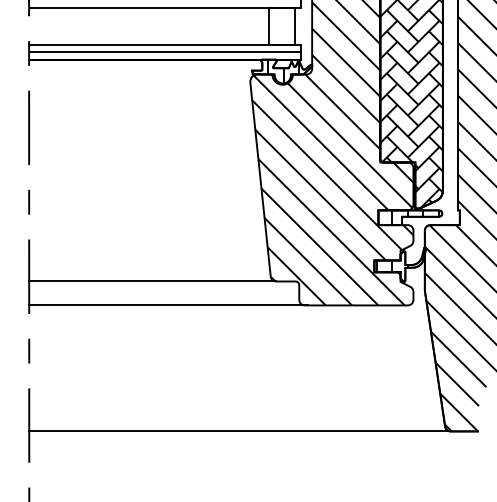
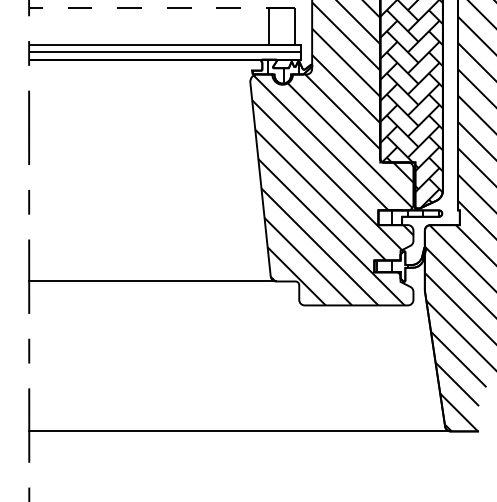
line at (169, 8): solid -> dashed
line at (168, 305): present -> none
